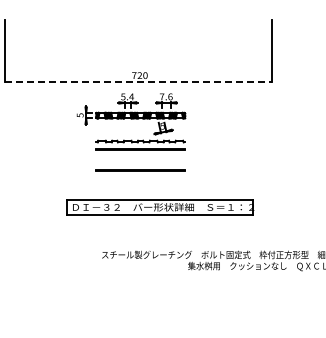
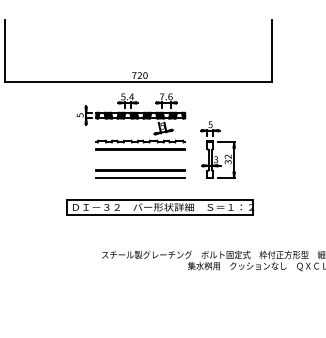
line at (138, 81): dashed -> solid
part at (217, 149): none -> present
line at (140, 178): none -> present
